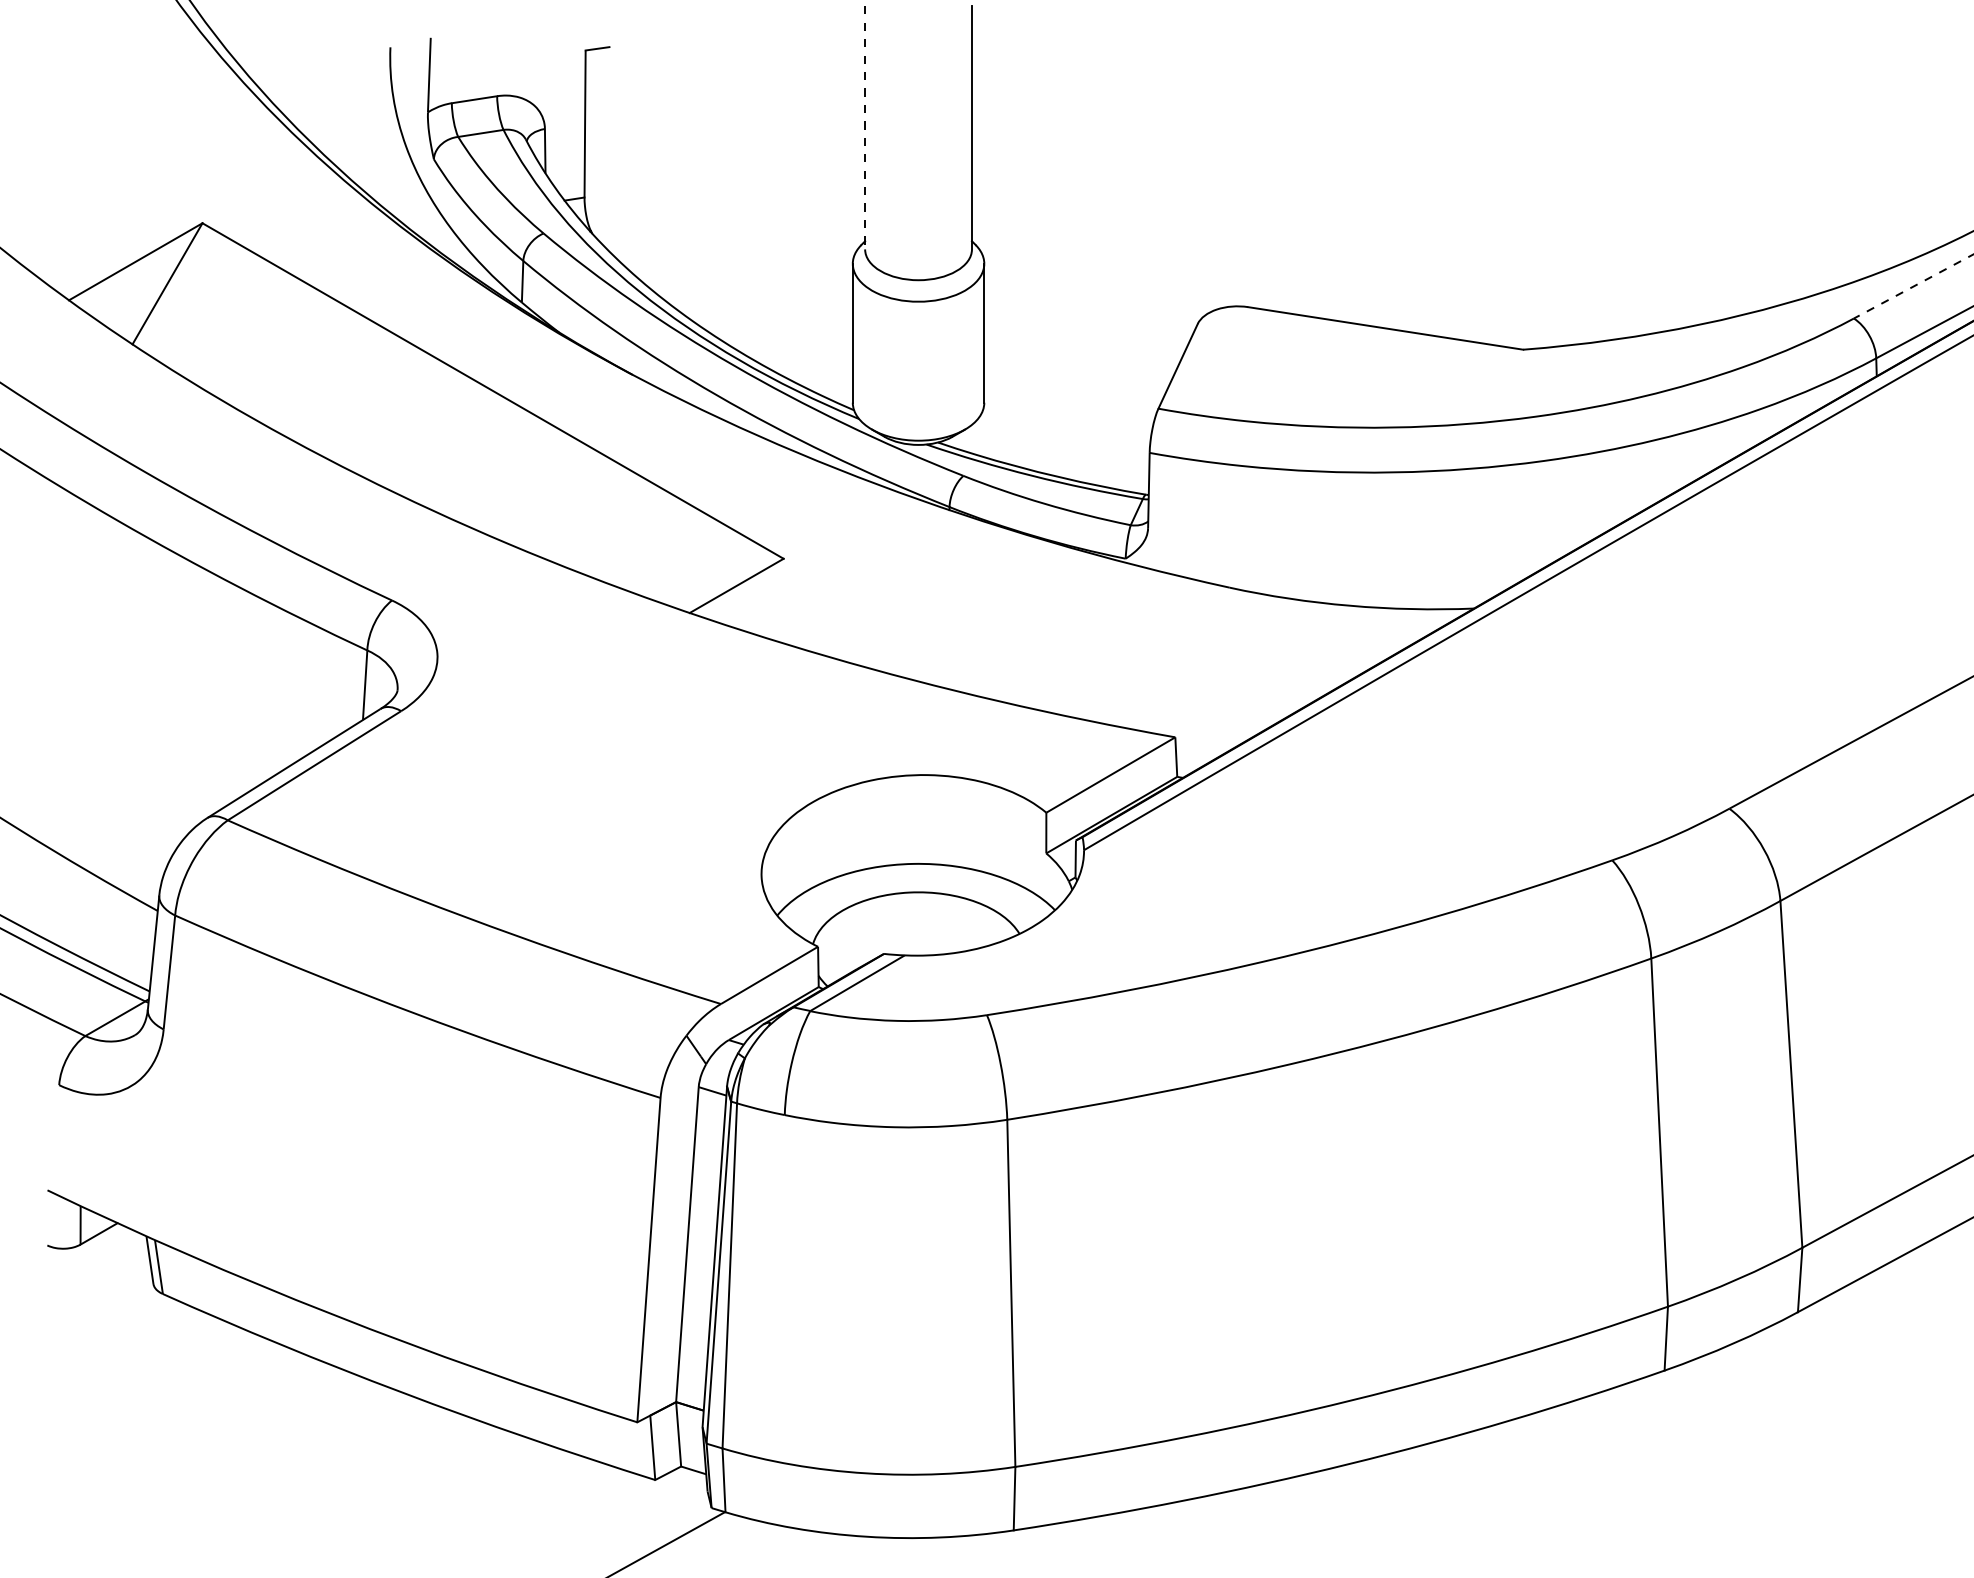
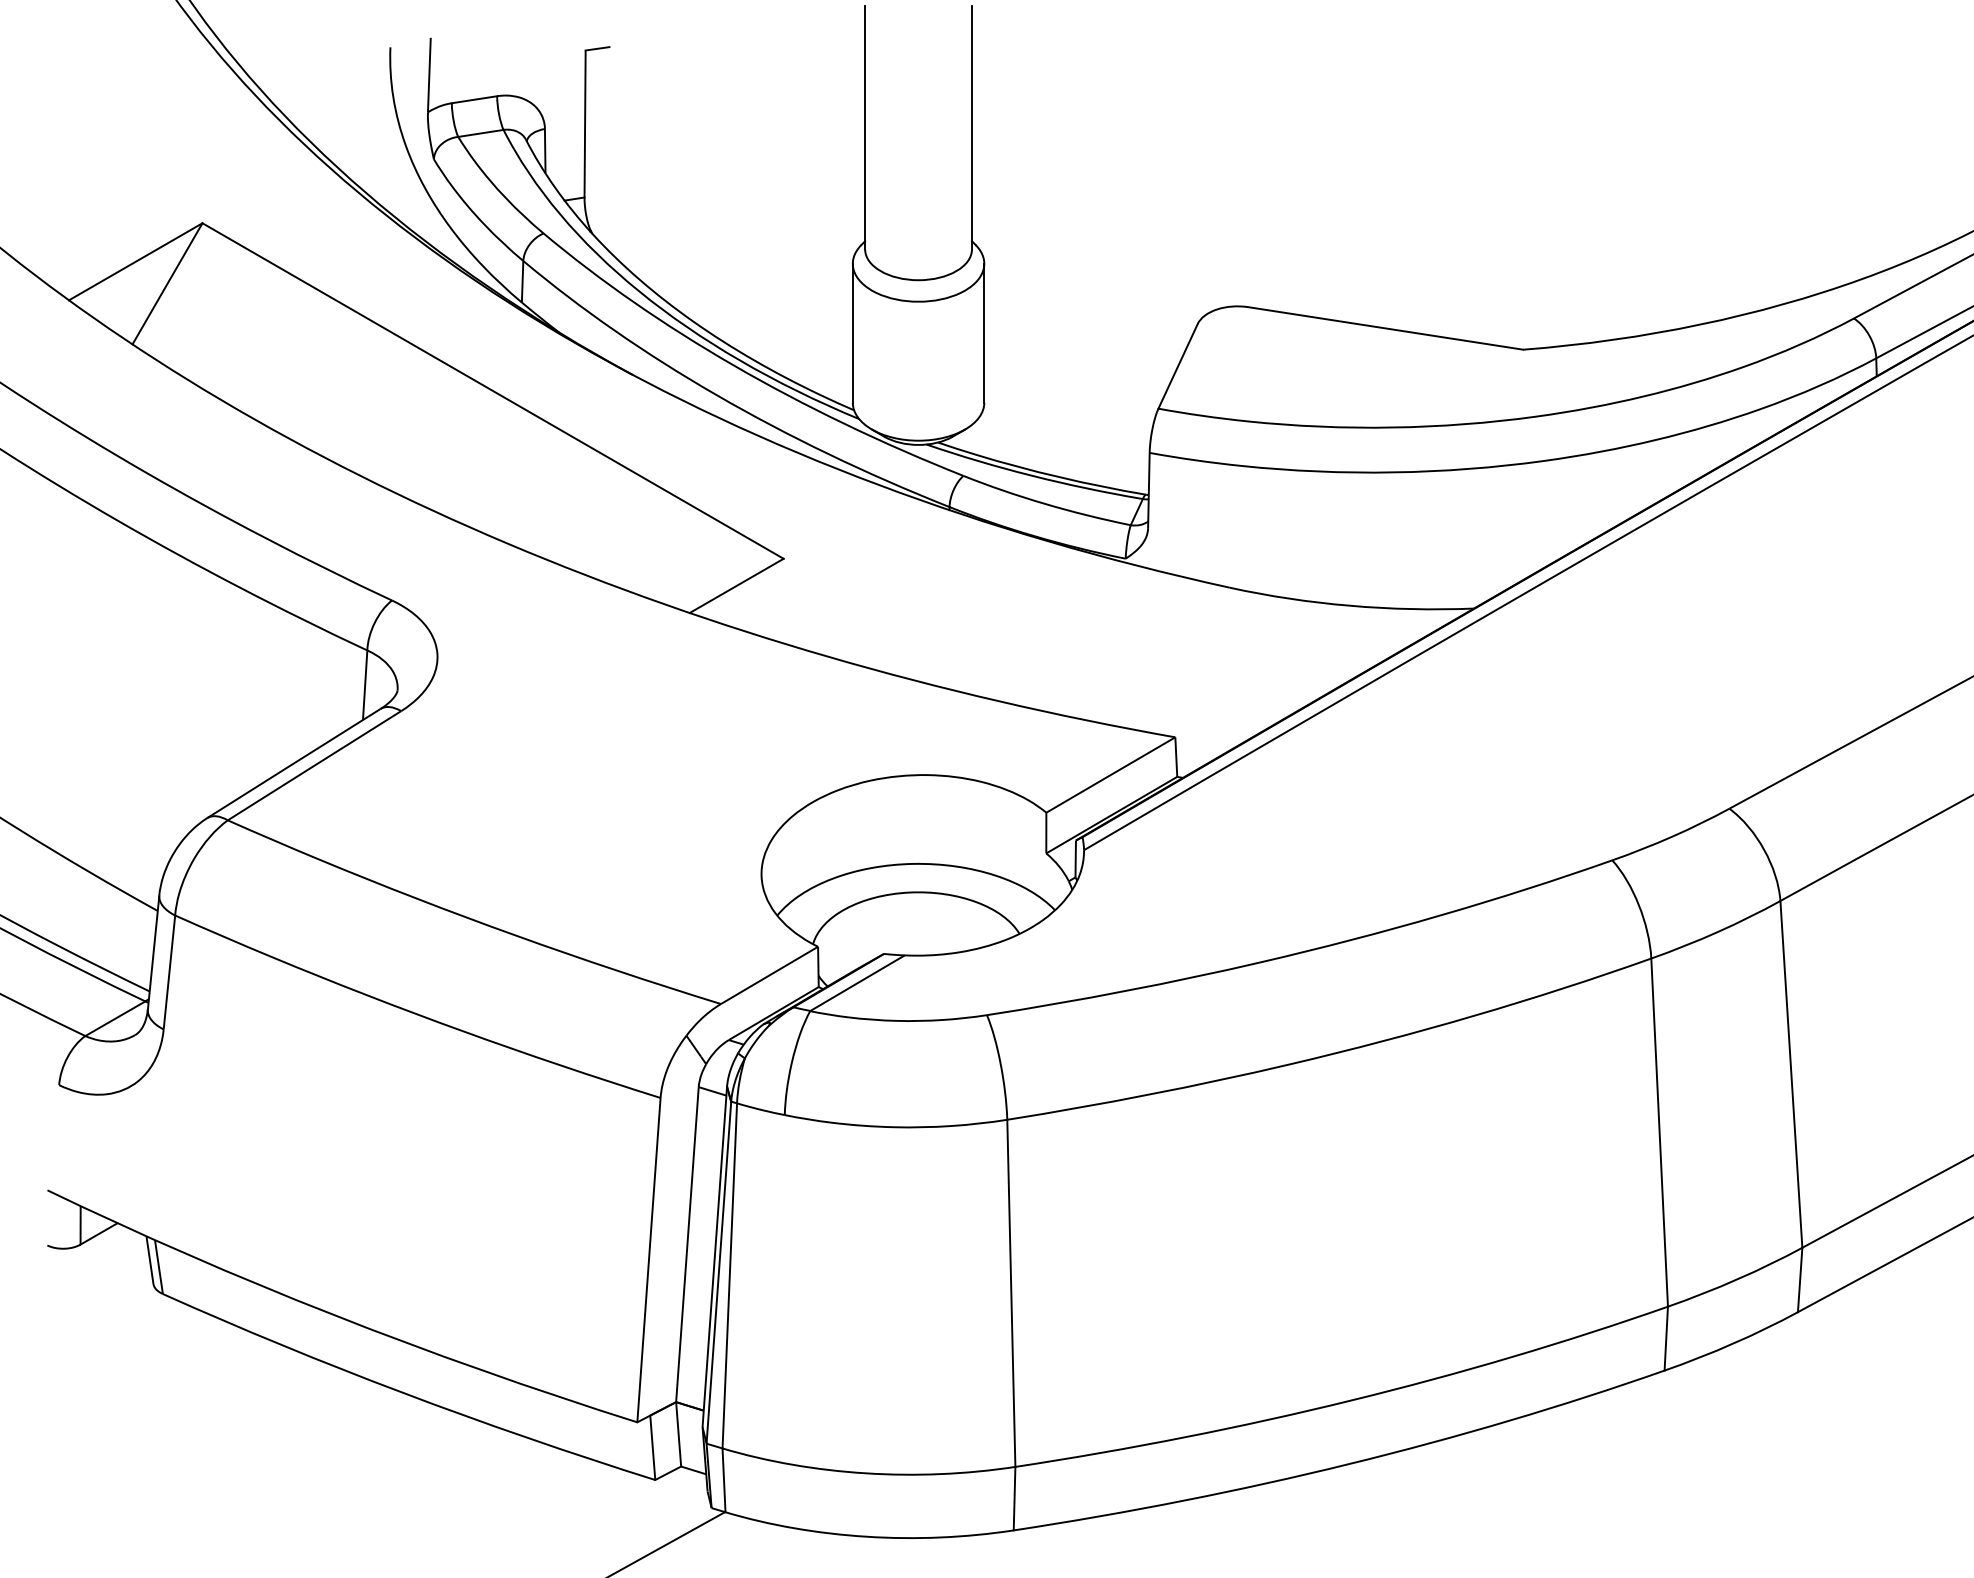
line at (865, 127): dashed -> solid
line at (1913, 286): dashed -> solid
